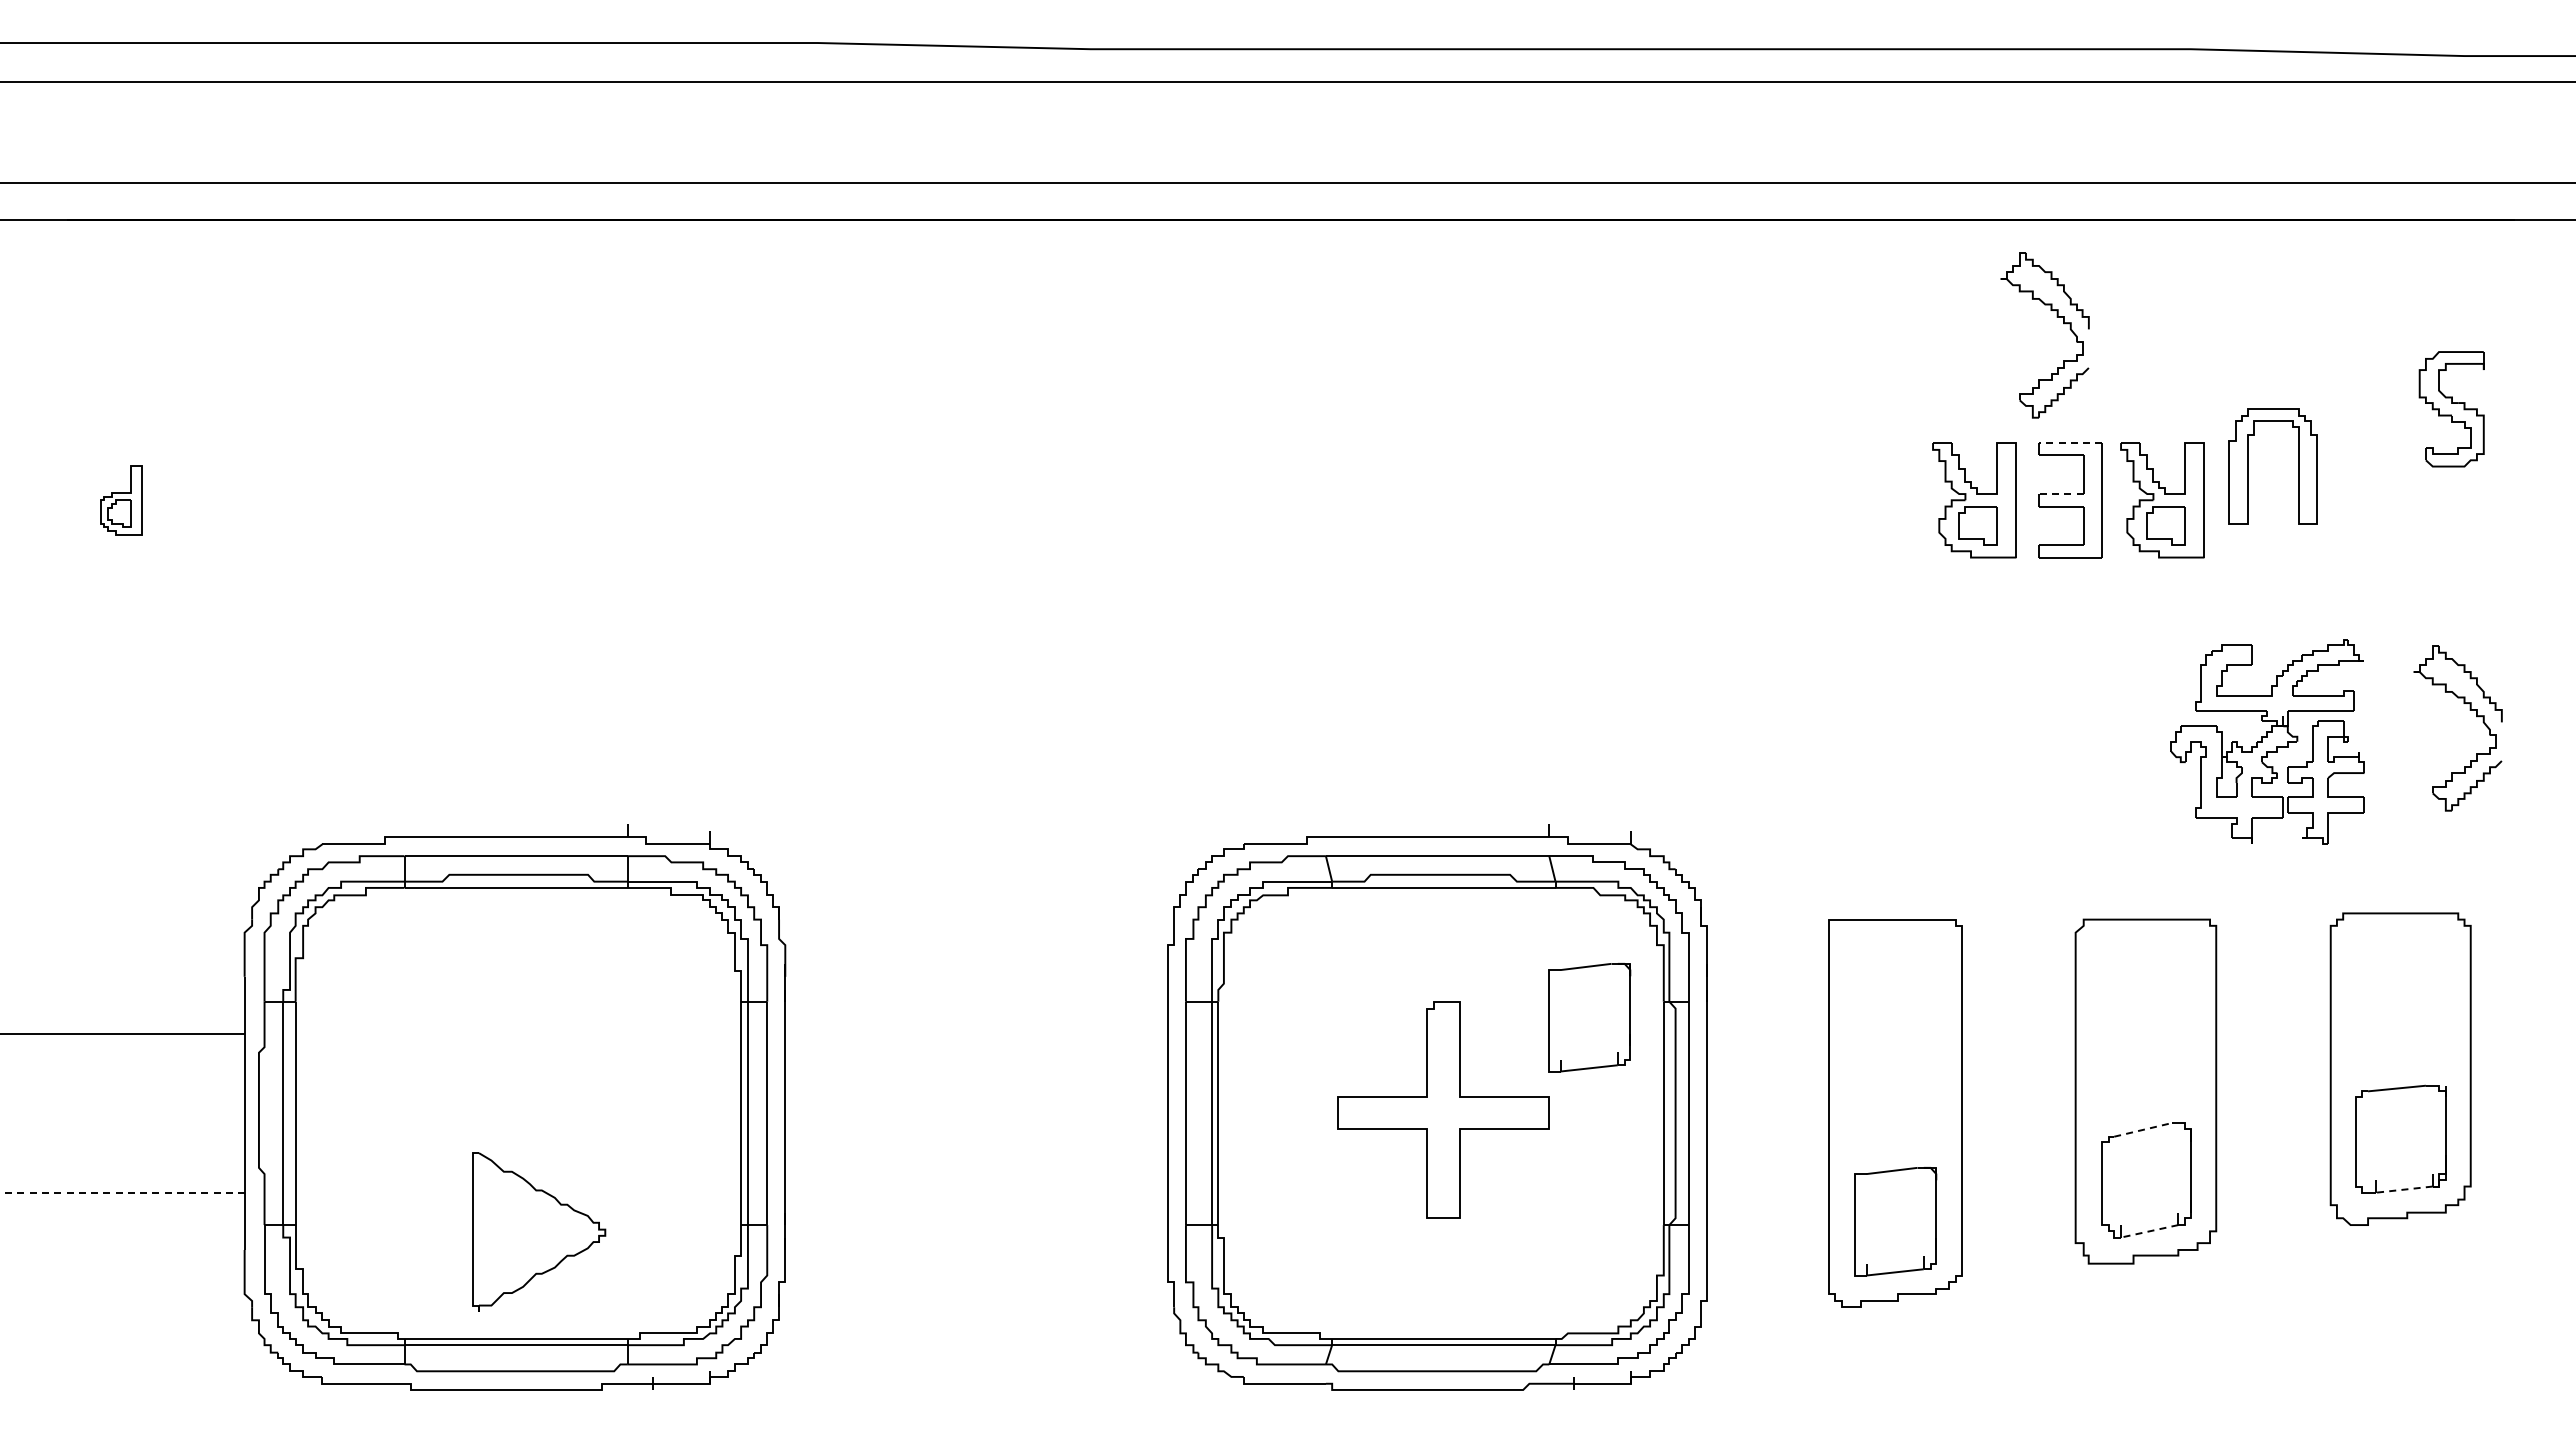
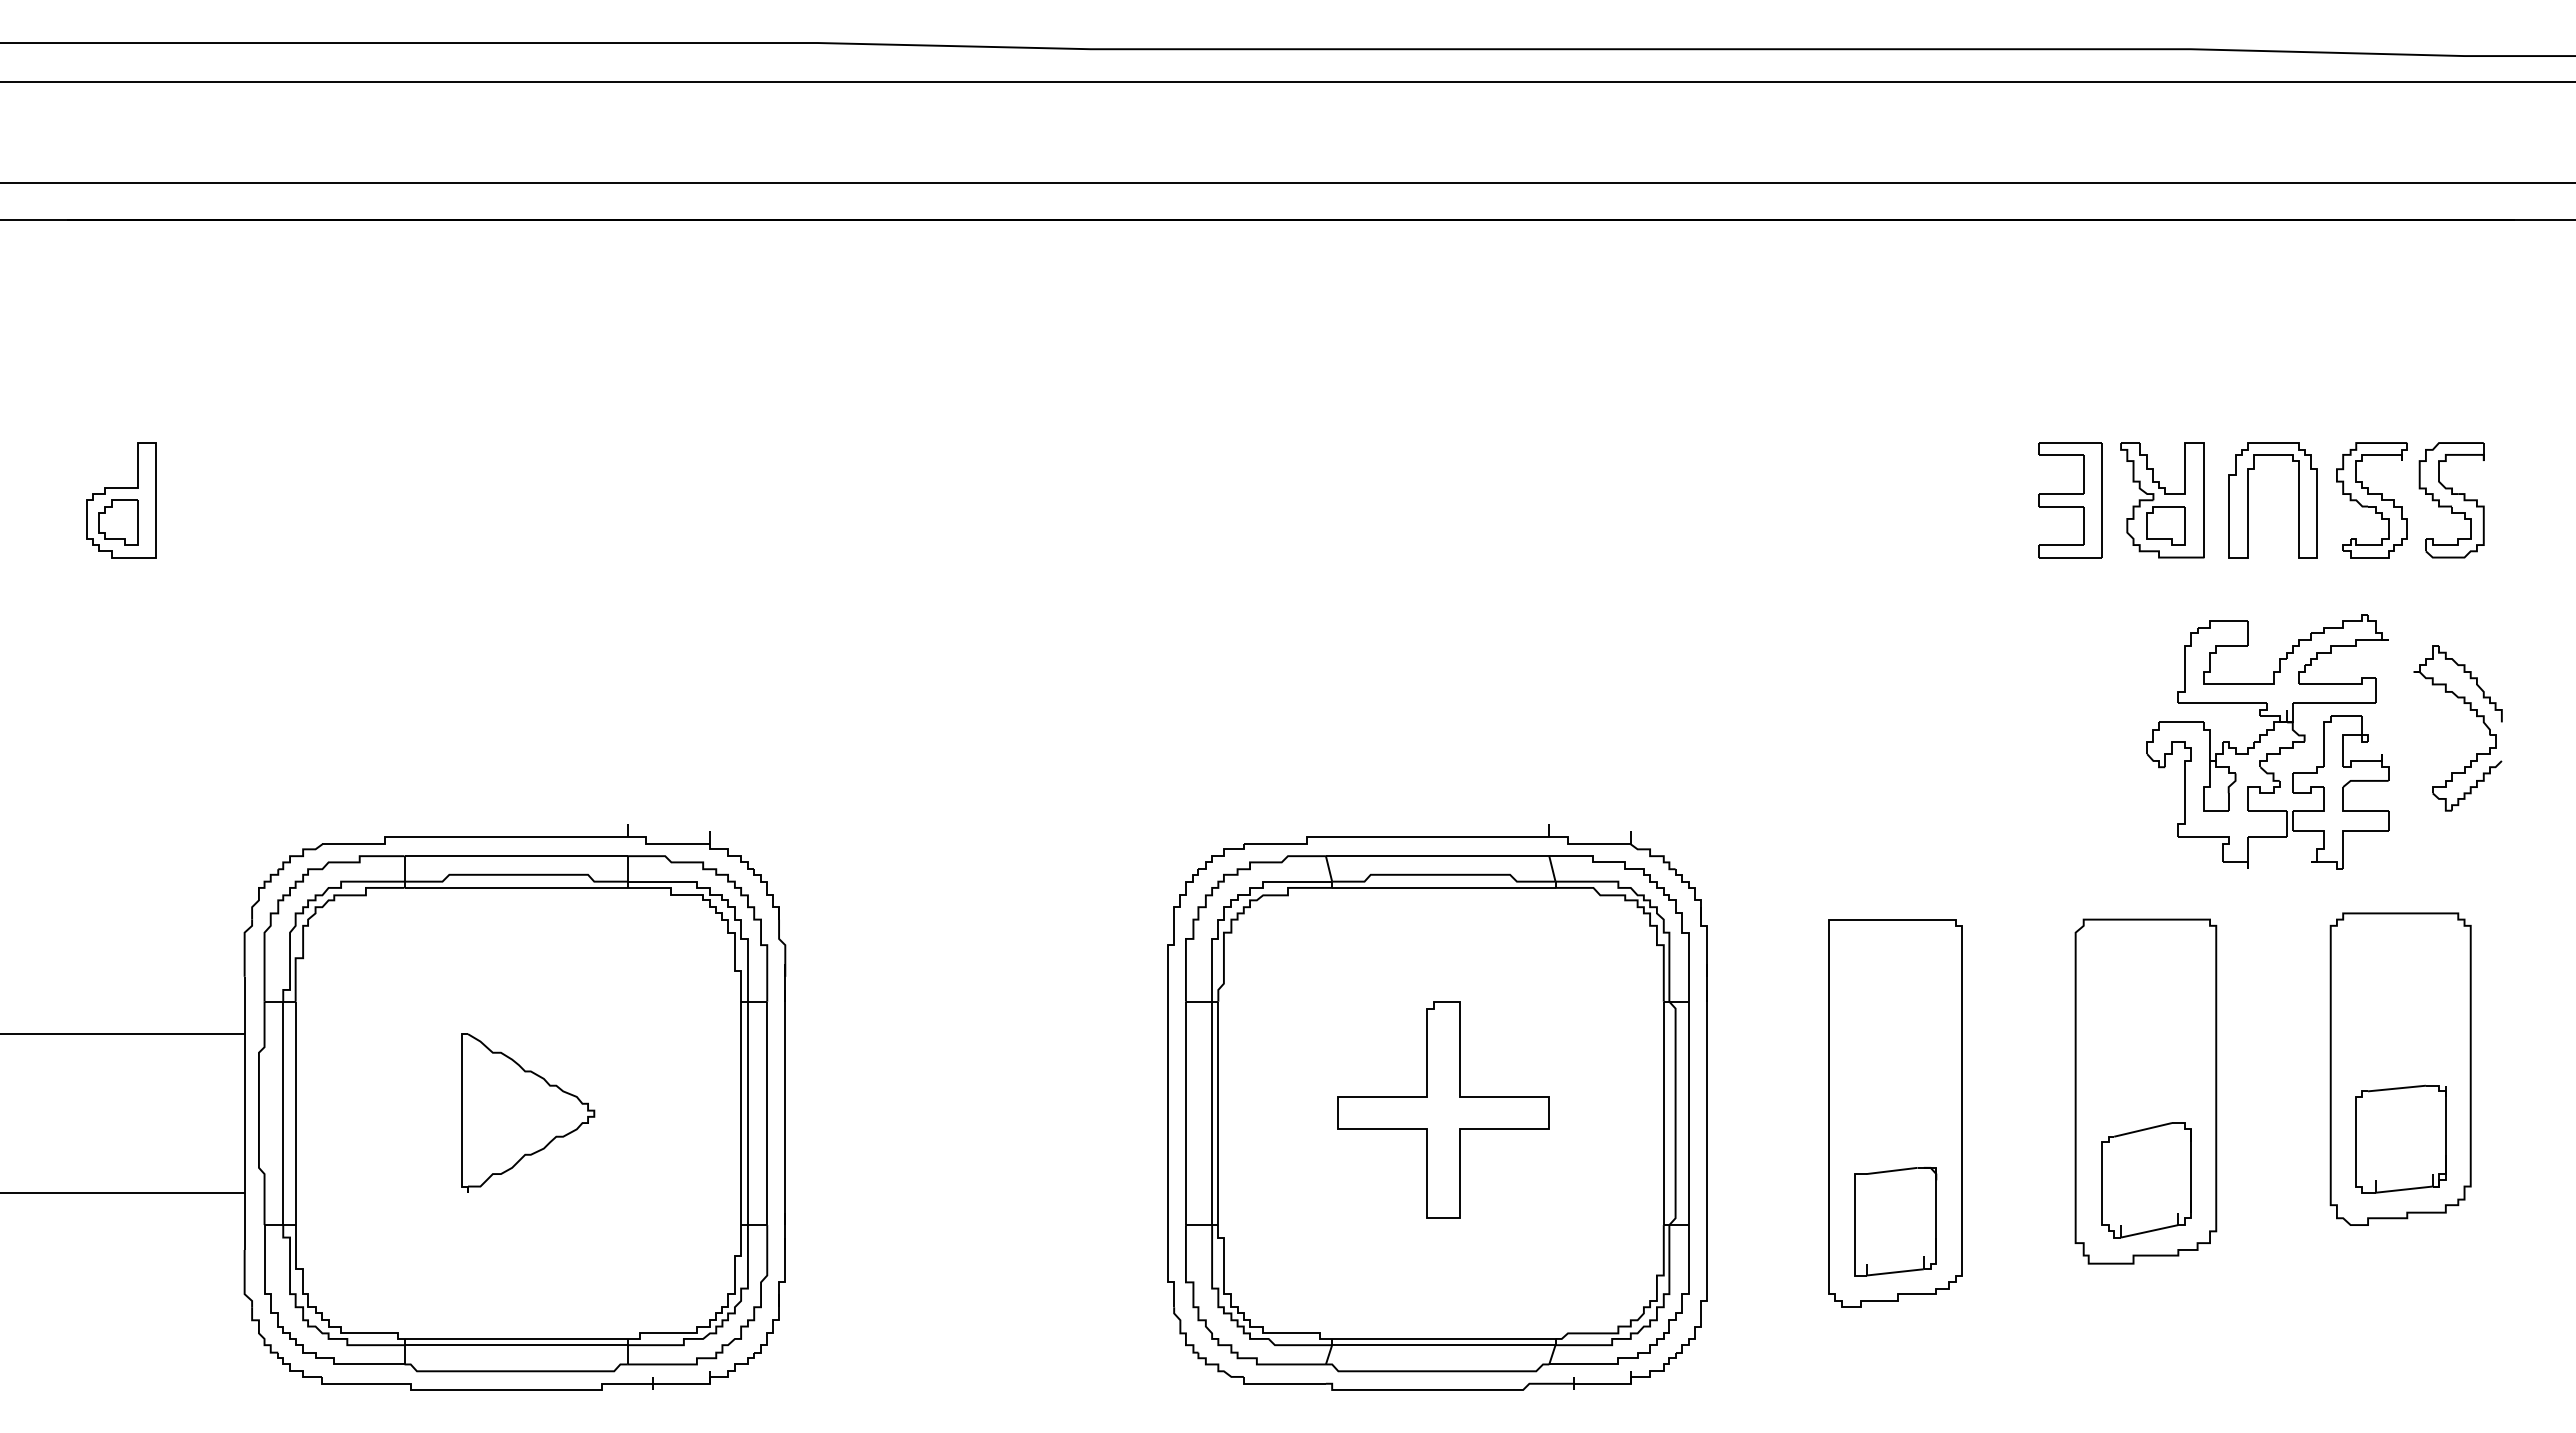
part at (2056, 317): present -> none
part at (2451, 409) position: (2451, 409) -> (2451, 500)
line at (2070, 443): dashed -> solid
part at (2248, 466) position: (2248, 466) -> (2248, 500)
line at (2060, 494): dashed -> solid
part at (121, 500) size: 43x71 px -> 71x117 px
part at (1974, 500): present -> none
part at (2371, 500): none -> present
part at (2267, 741) size: 195x206 px -> 244x256 px
part at (1589, 1017): present -> none
line at (2143, 1129): dashed -> solid
line at (2404, 1189): dashed -> solid
line at (122, 1192): dashed -> solid
part at (539, 1231) position: (539, 1231) -> (528, 1112)
line at (2149, 1231): dashed -> solid
